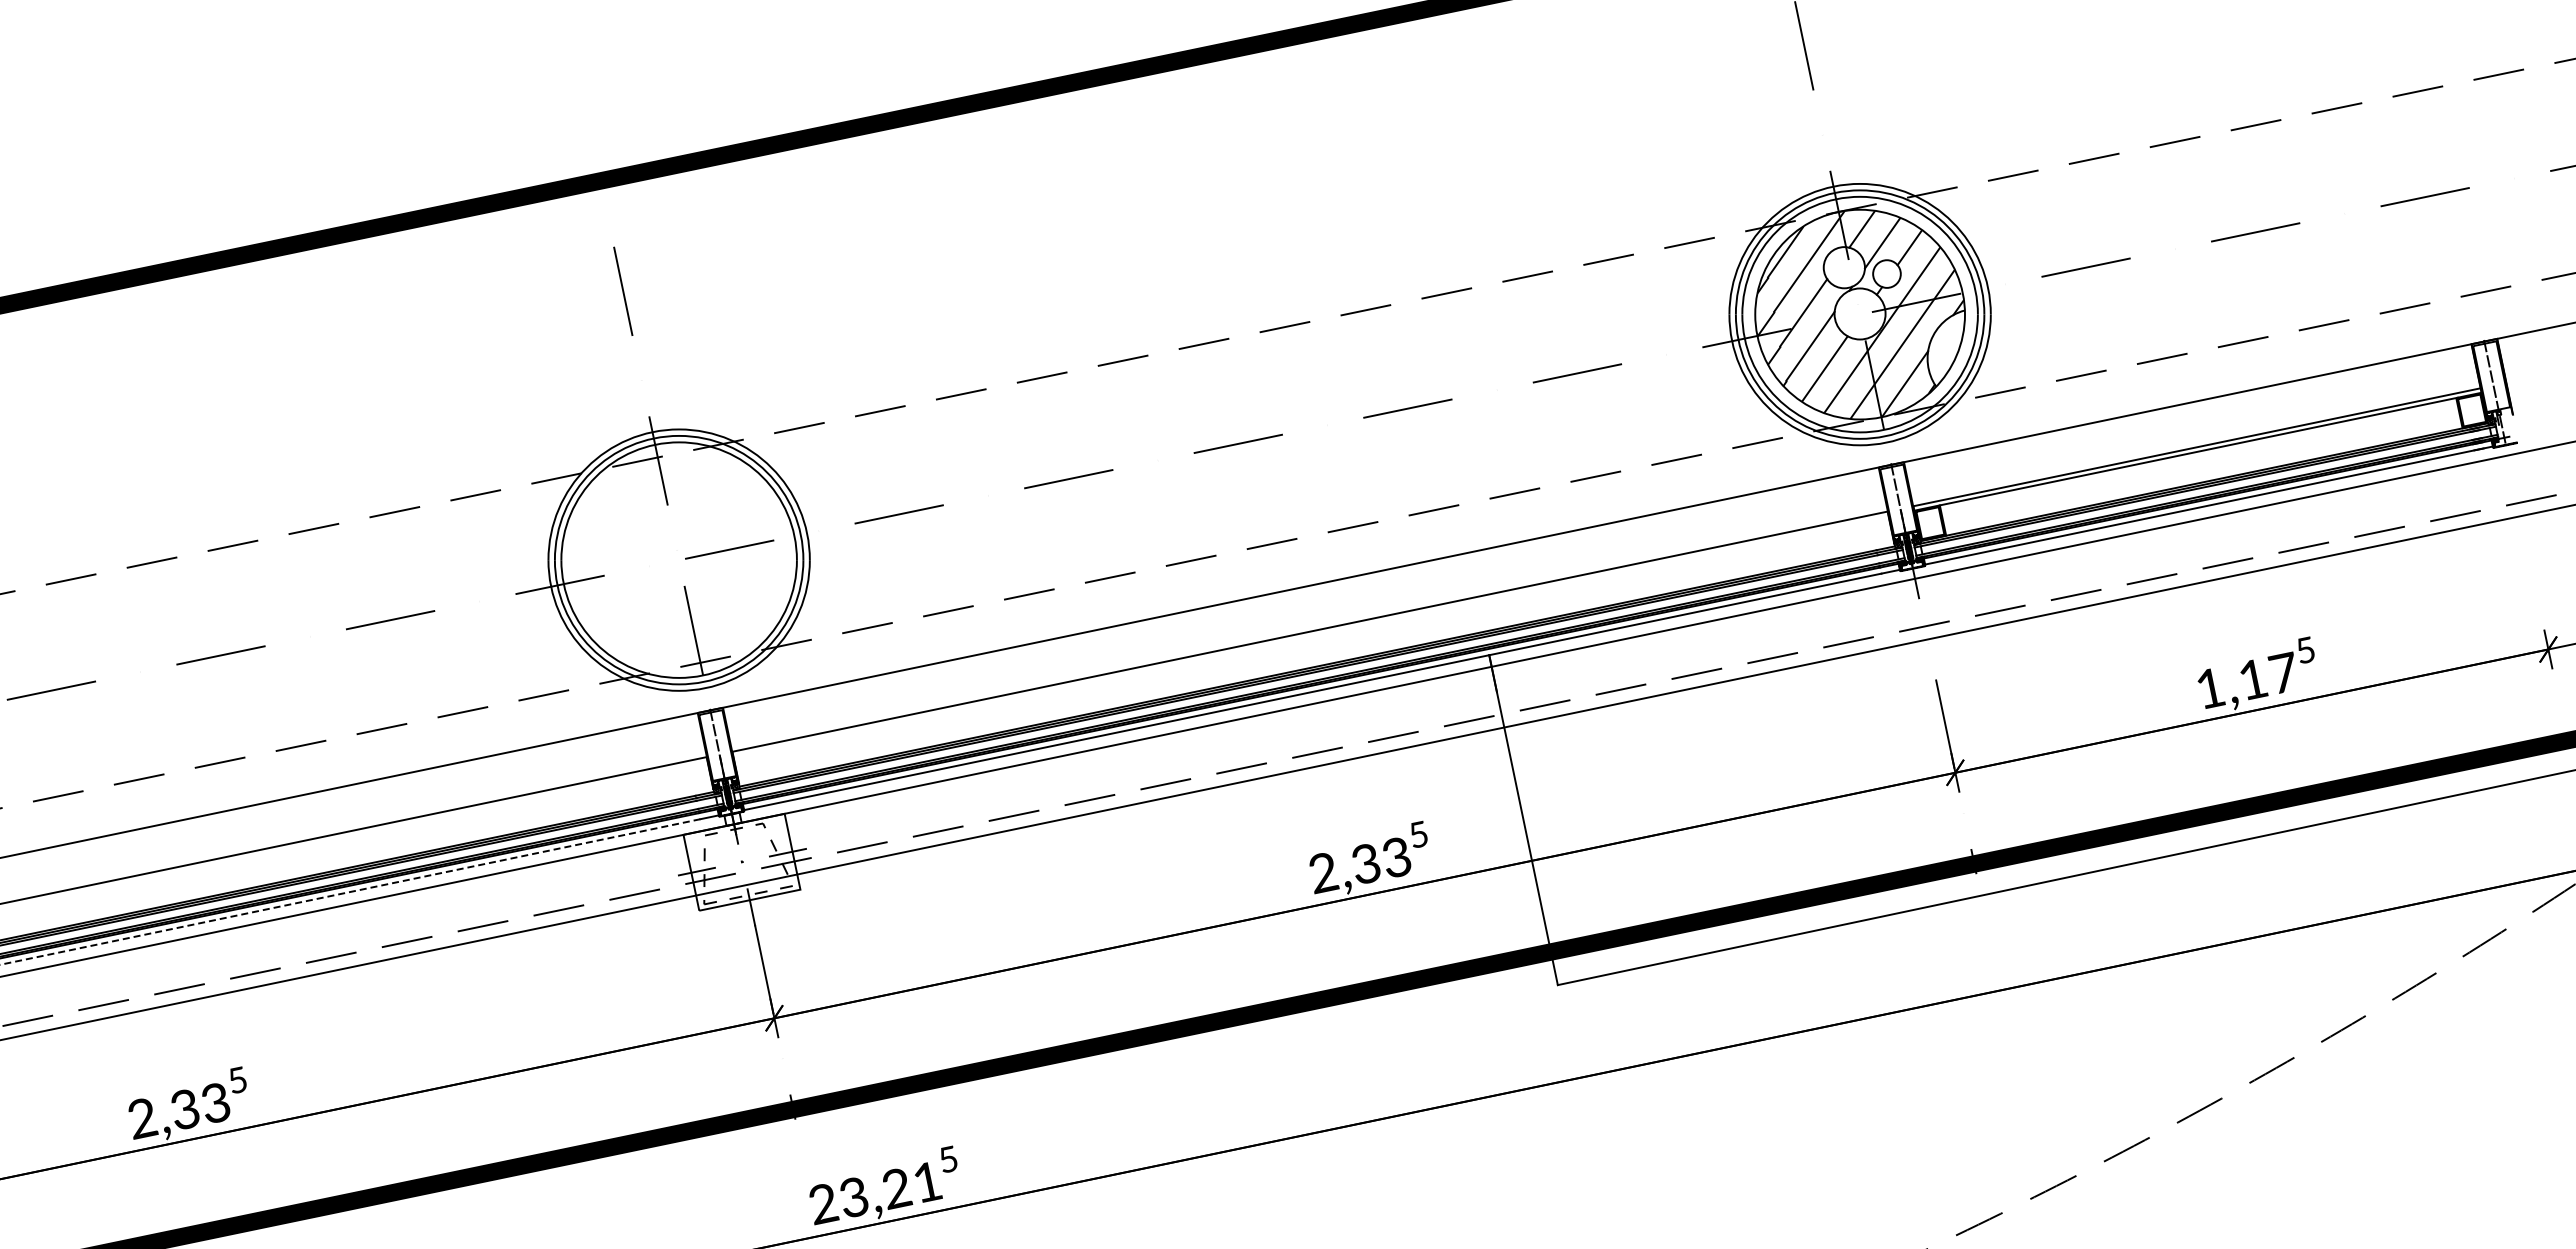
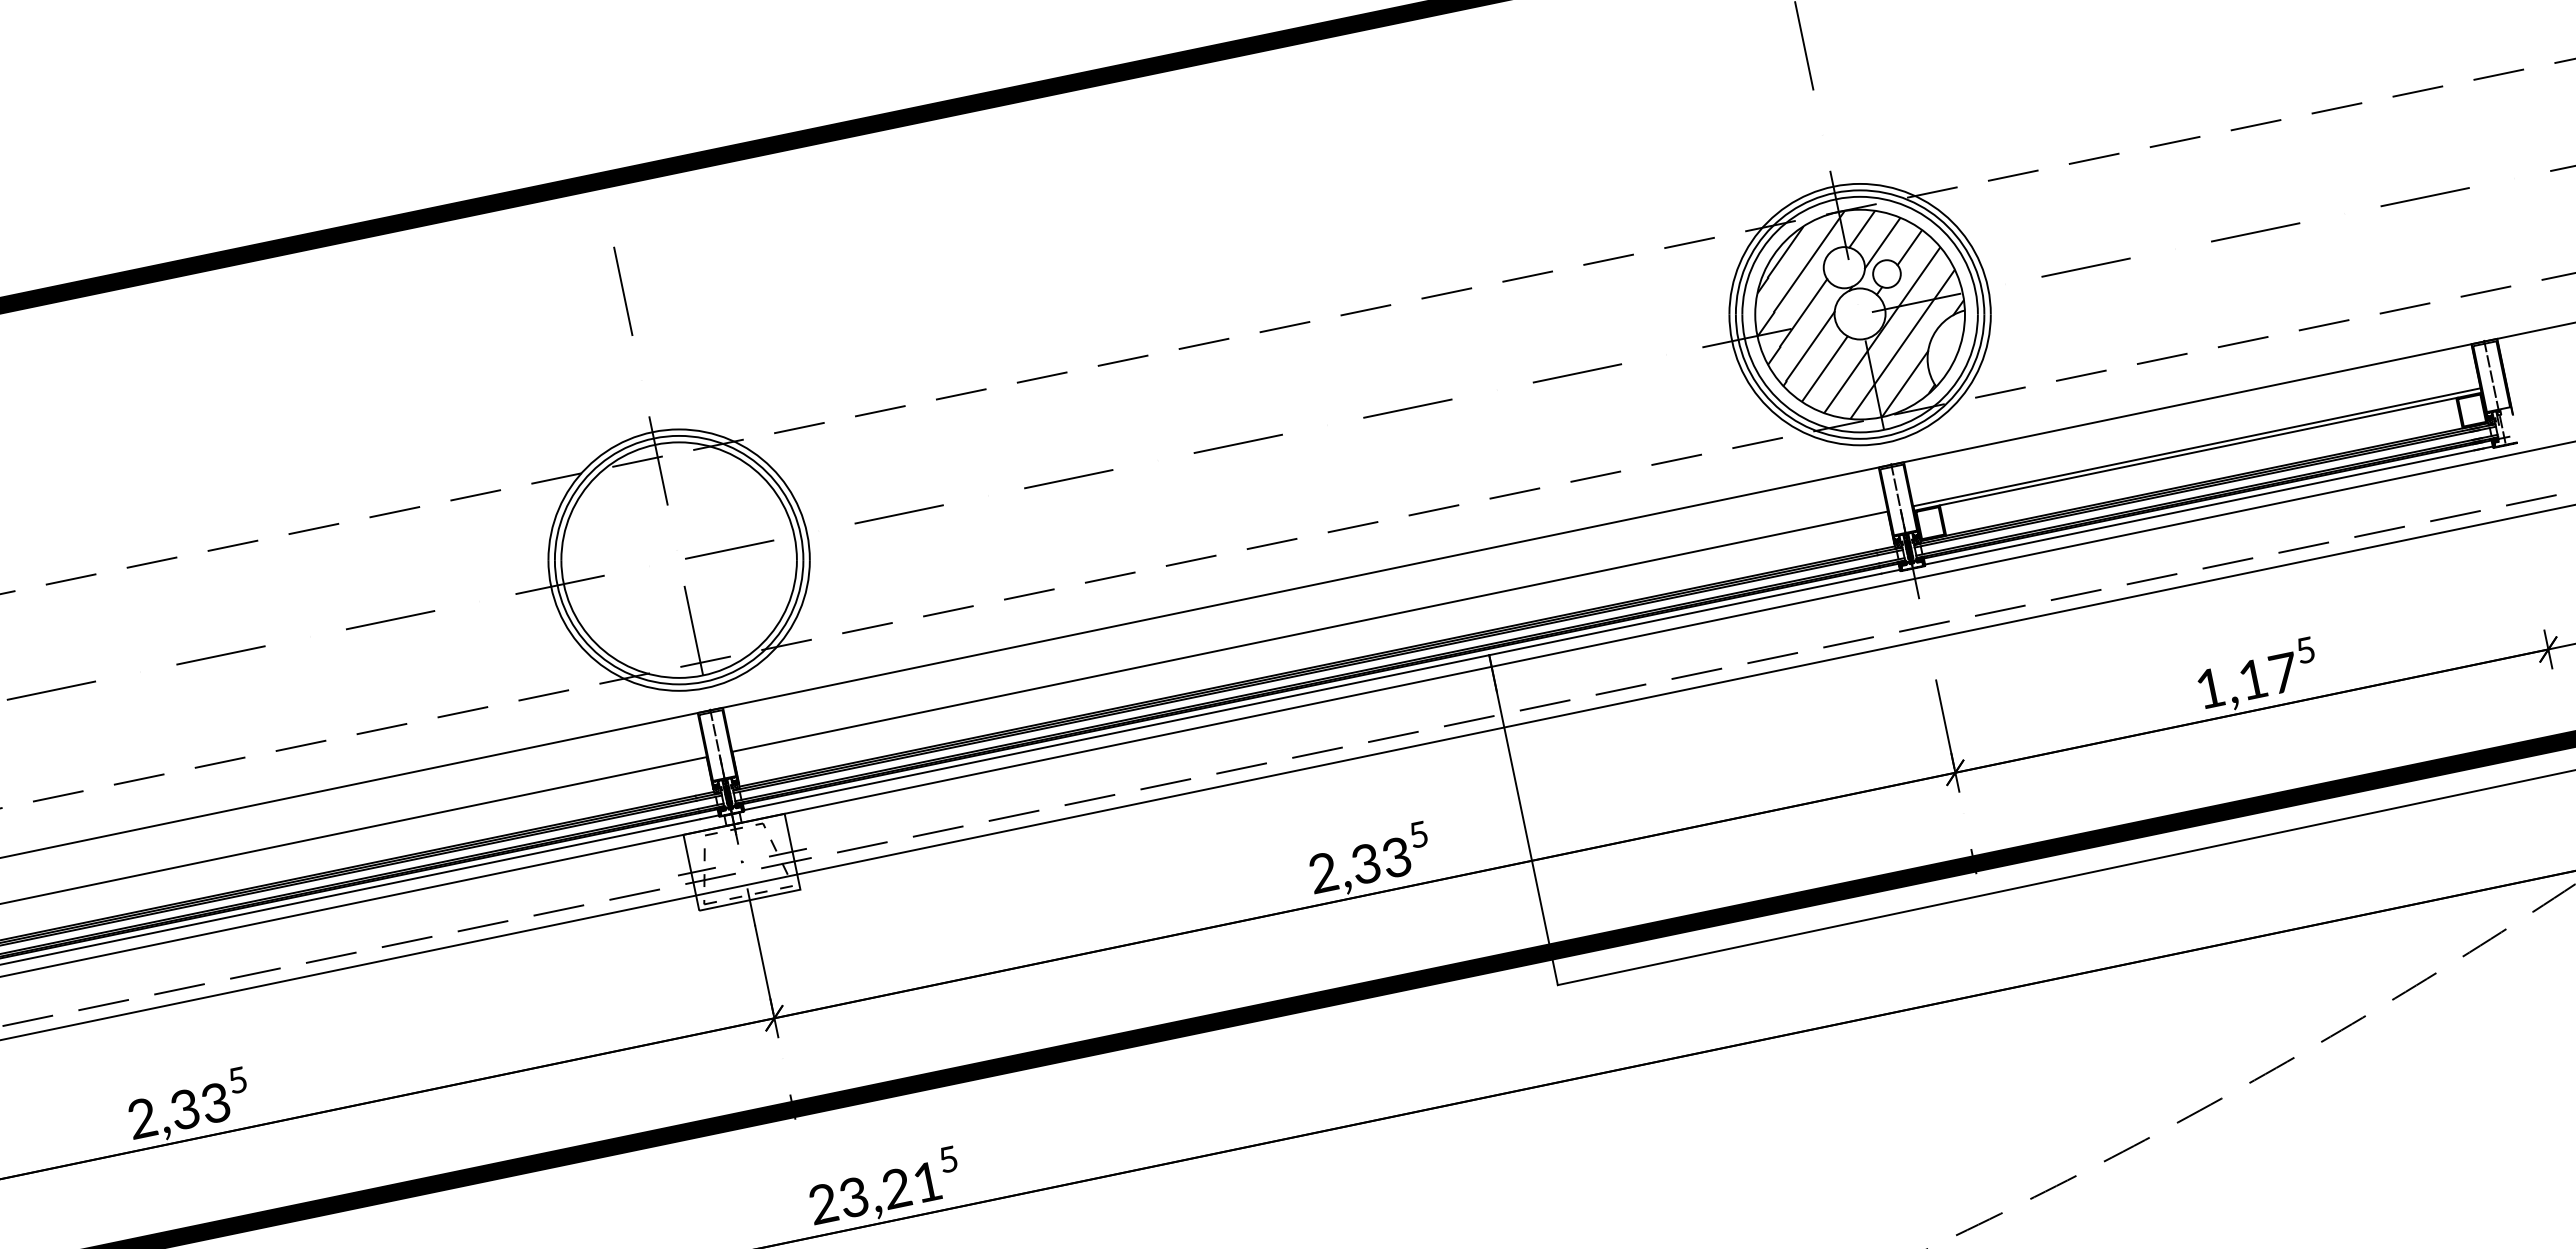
line at (350, 892): dashed -> solid
